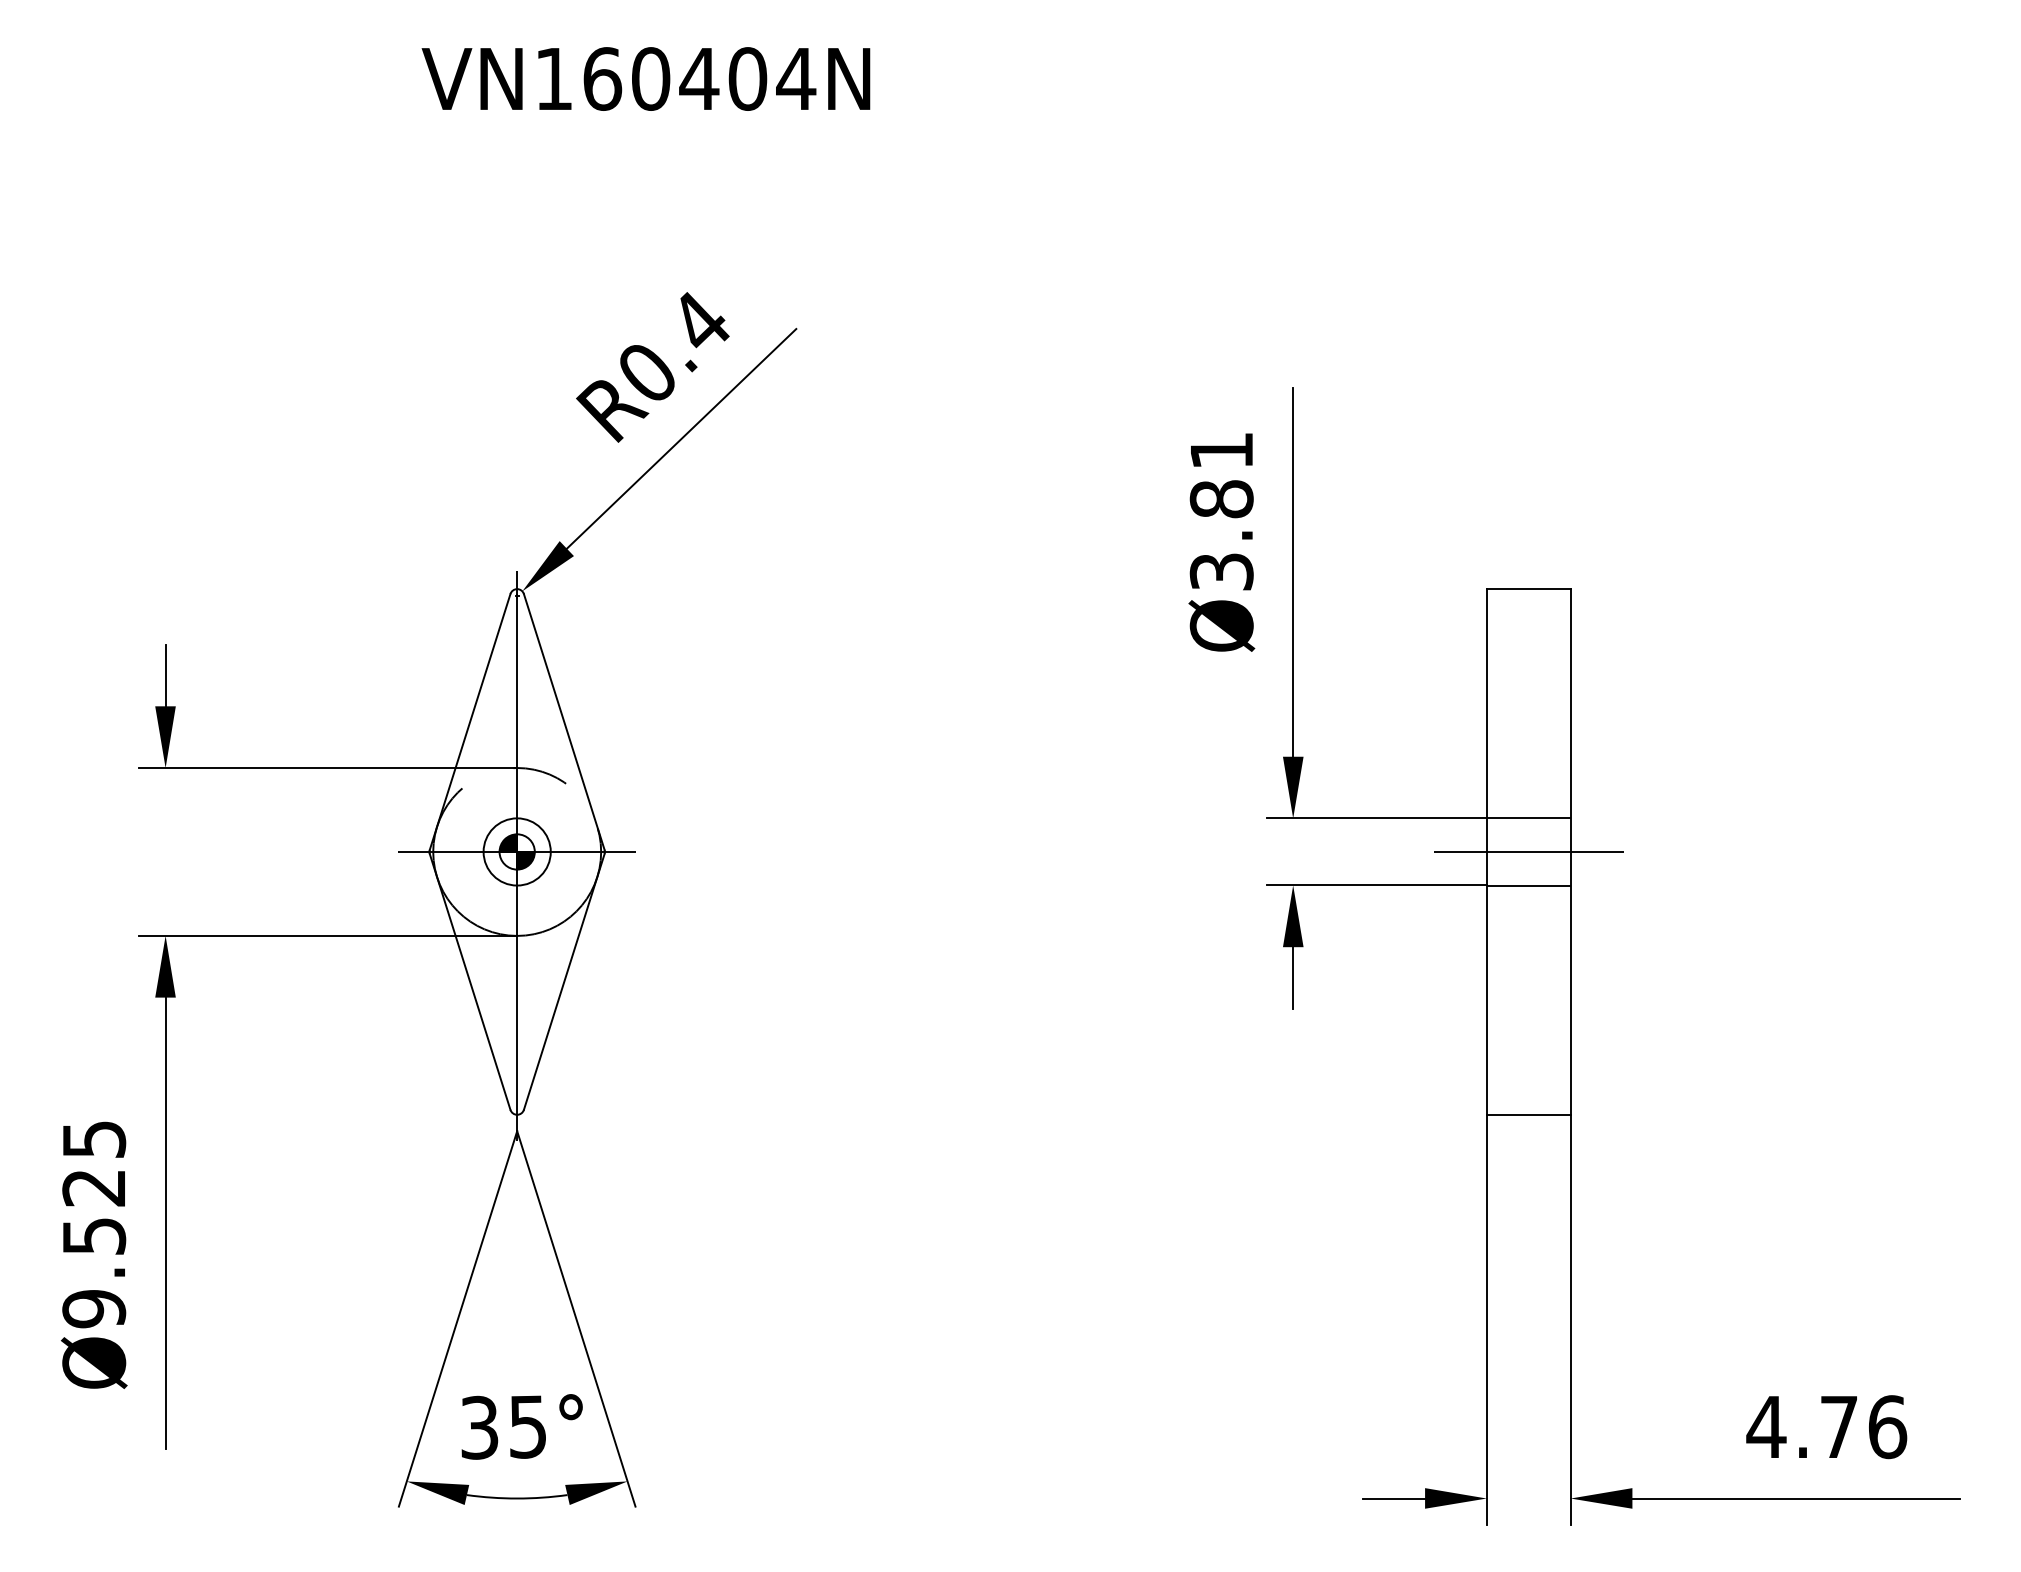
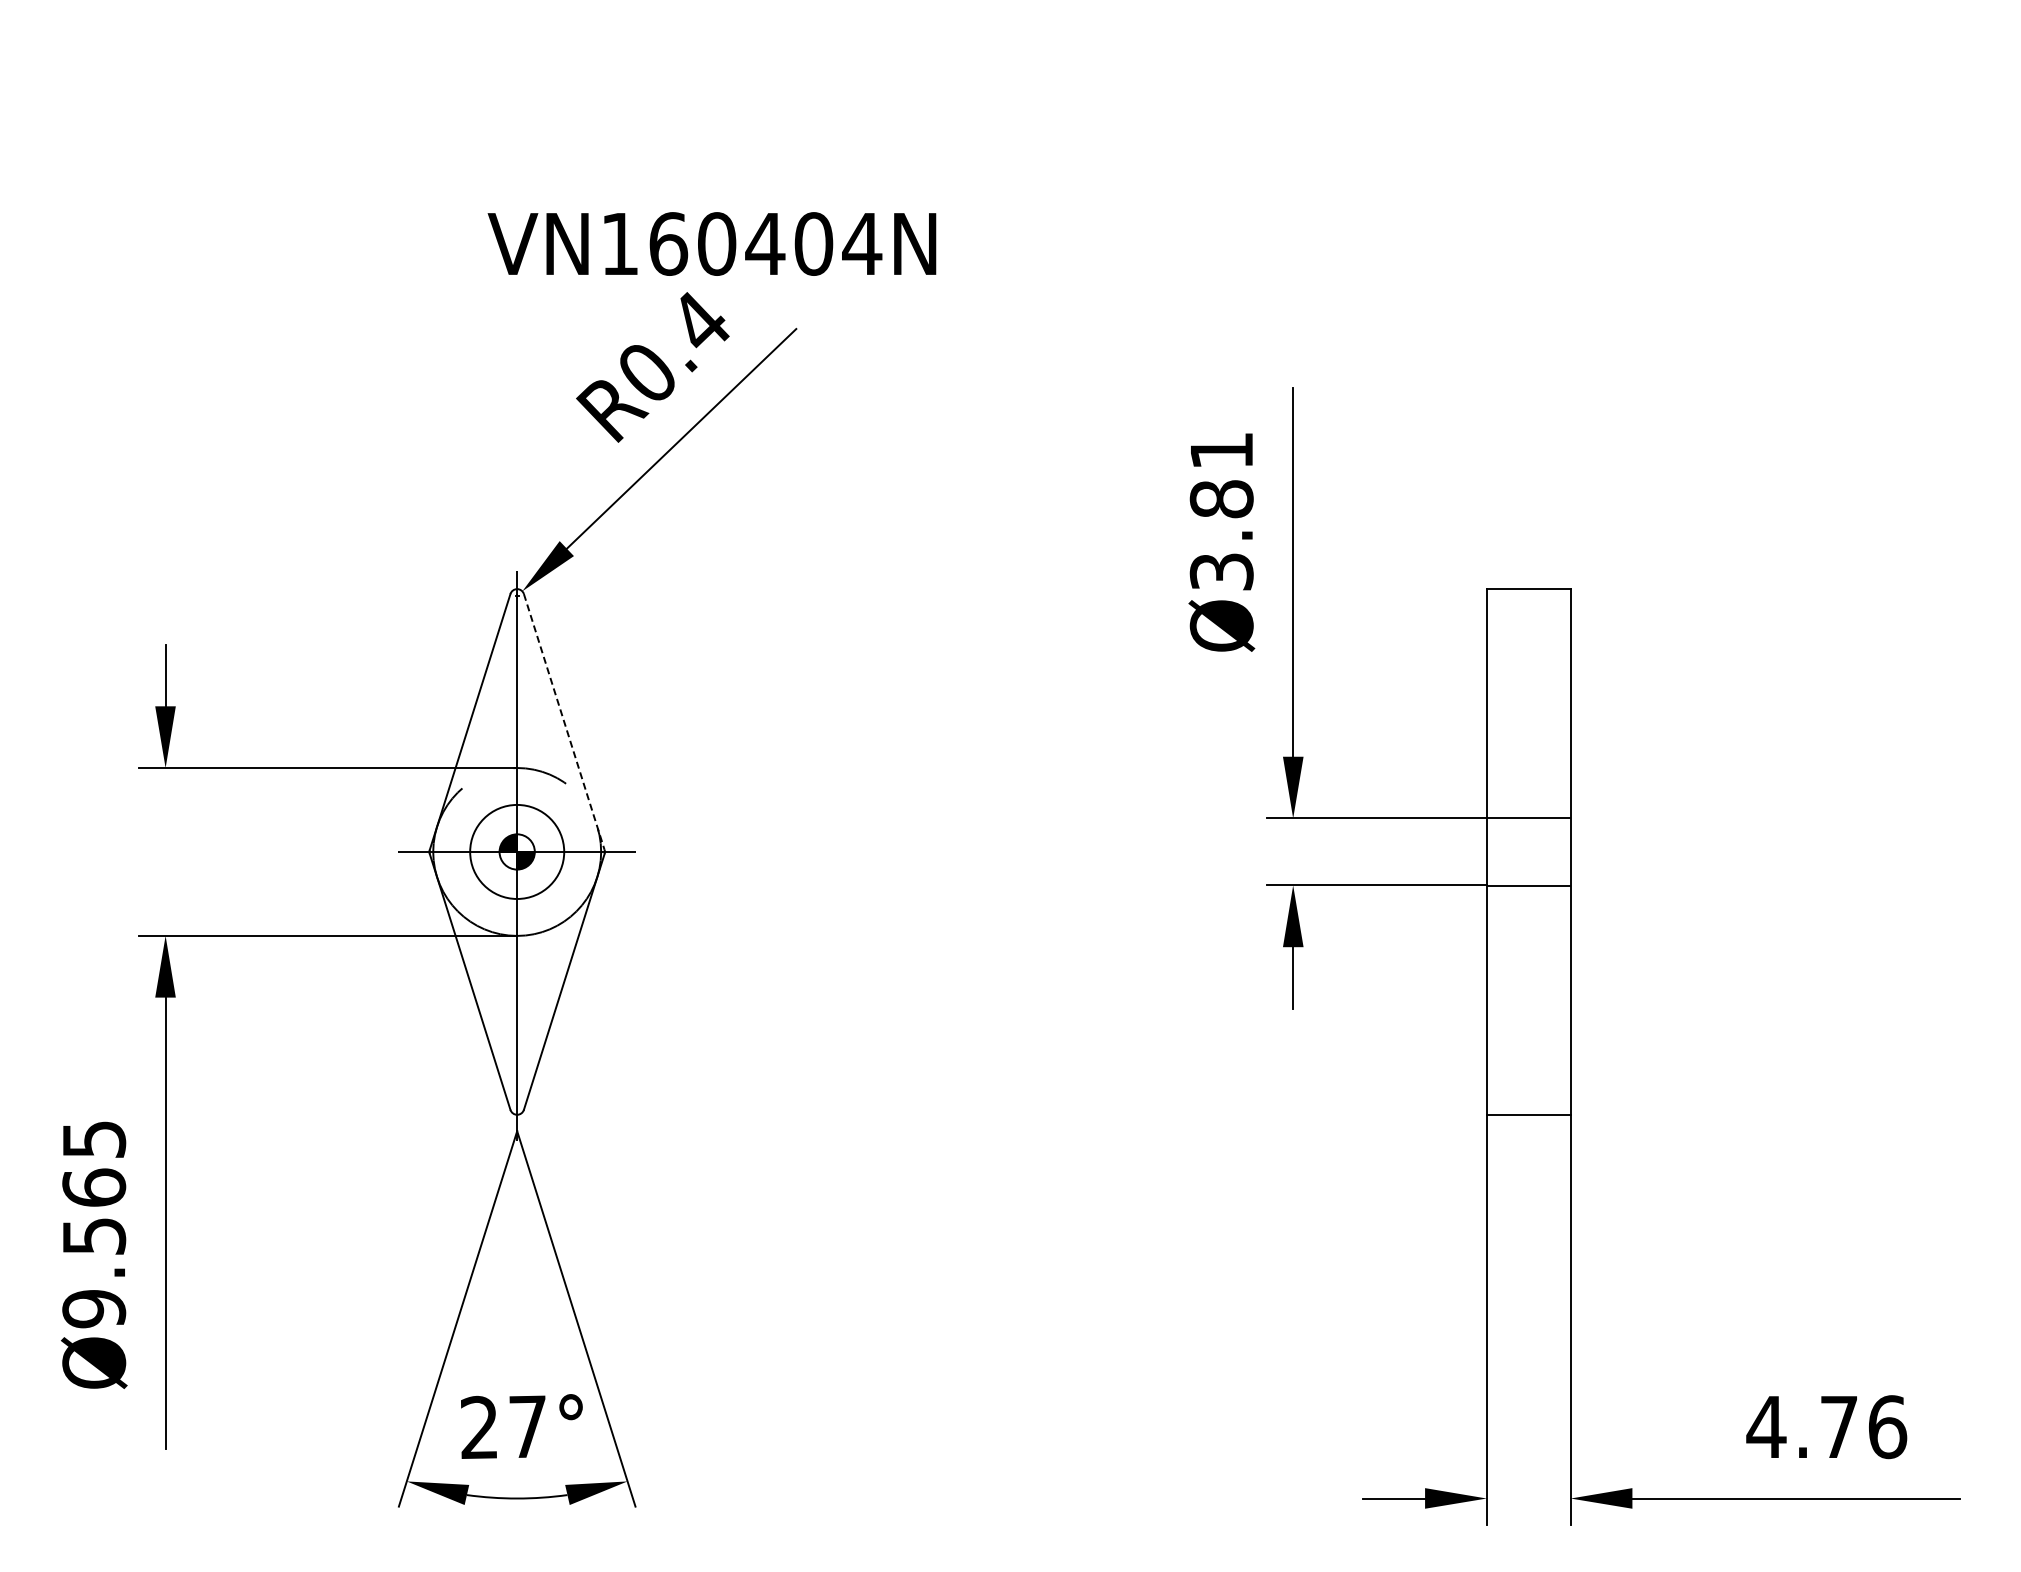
text at (645, 78) position: (645, 78) -> (711, 243)
line at (564, 722): solid -> dashed
circle at (516, 851) diameter: 67 px -> 94 px
line at (1528, 851): present -> none
text at (94, 1187): Ø9.525 -> Ø9.565
text at (503, 1427): 35° -> 27°
